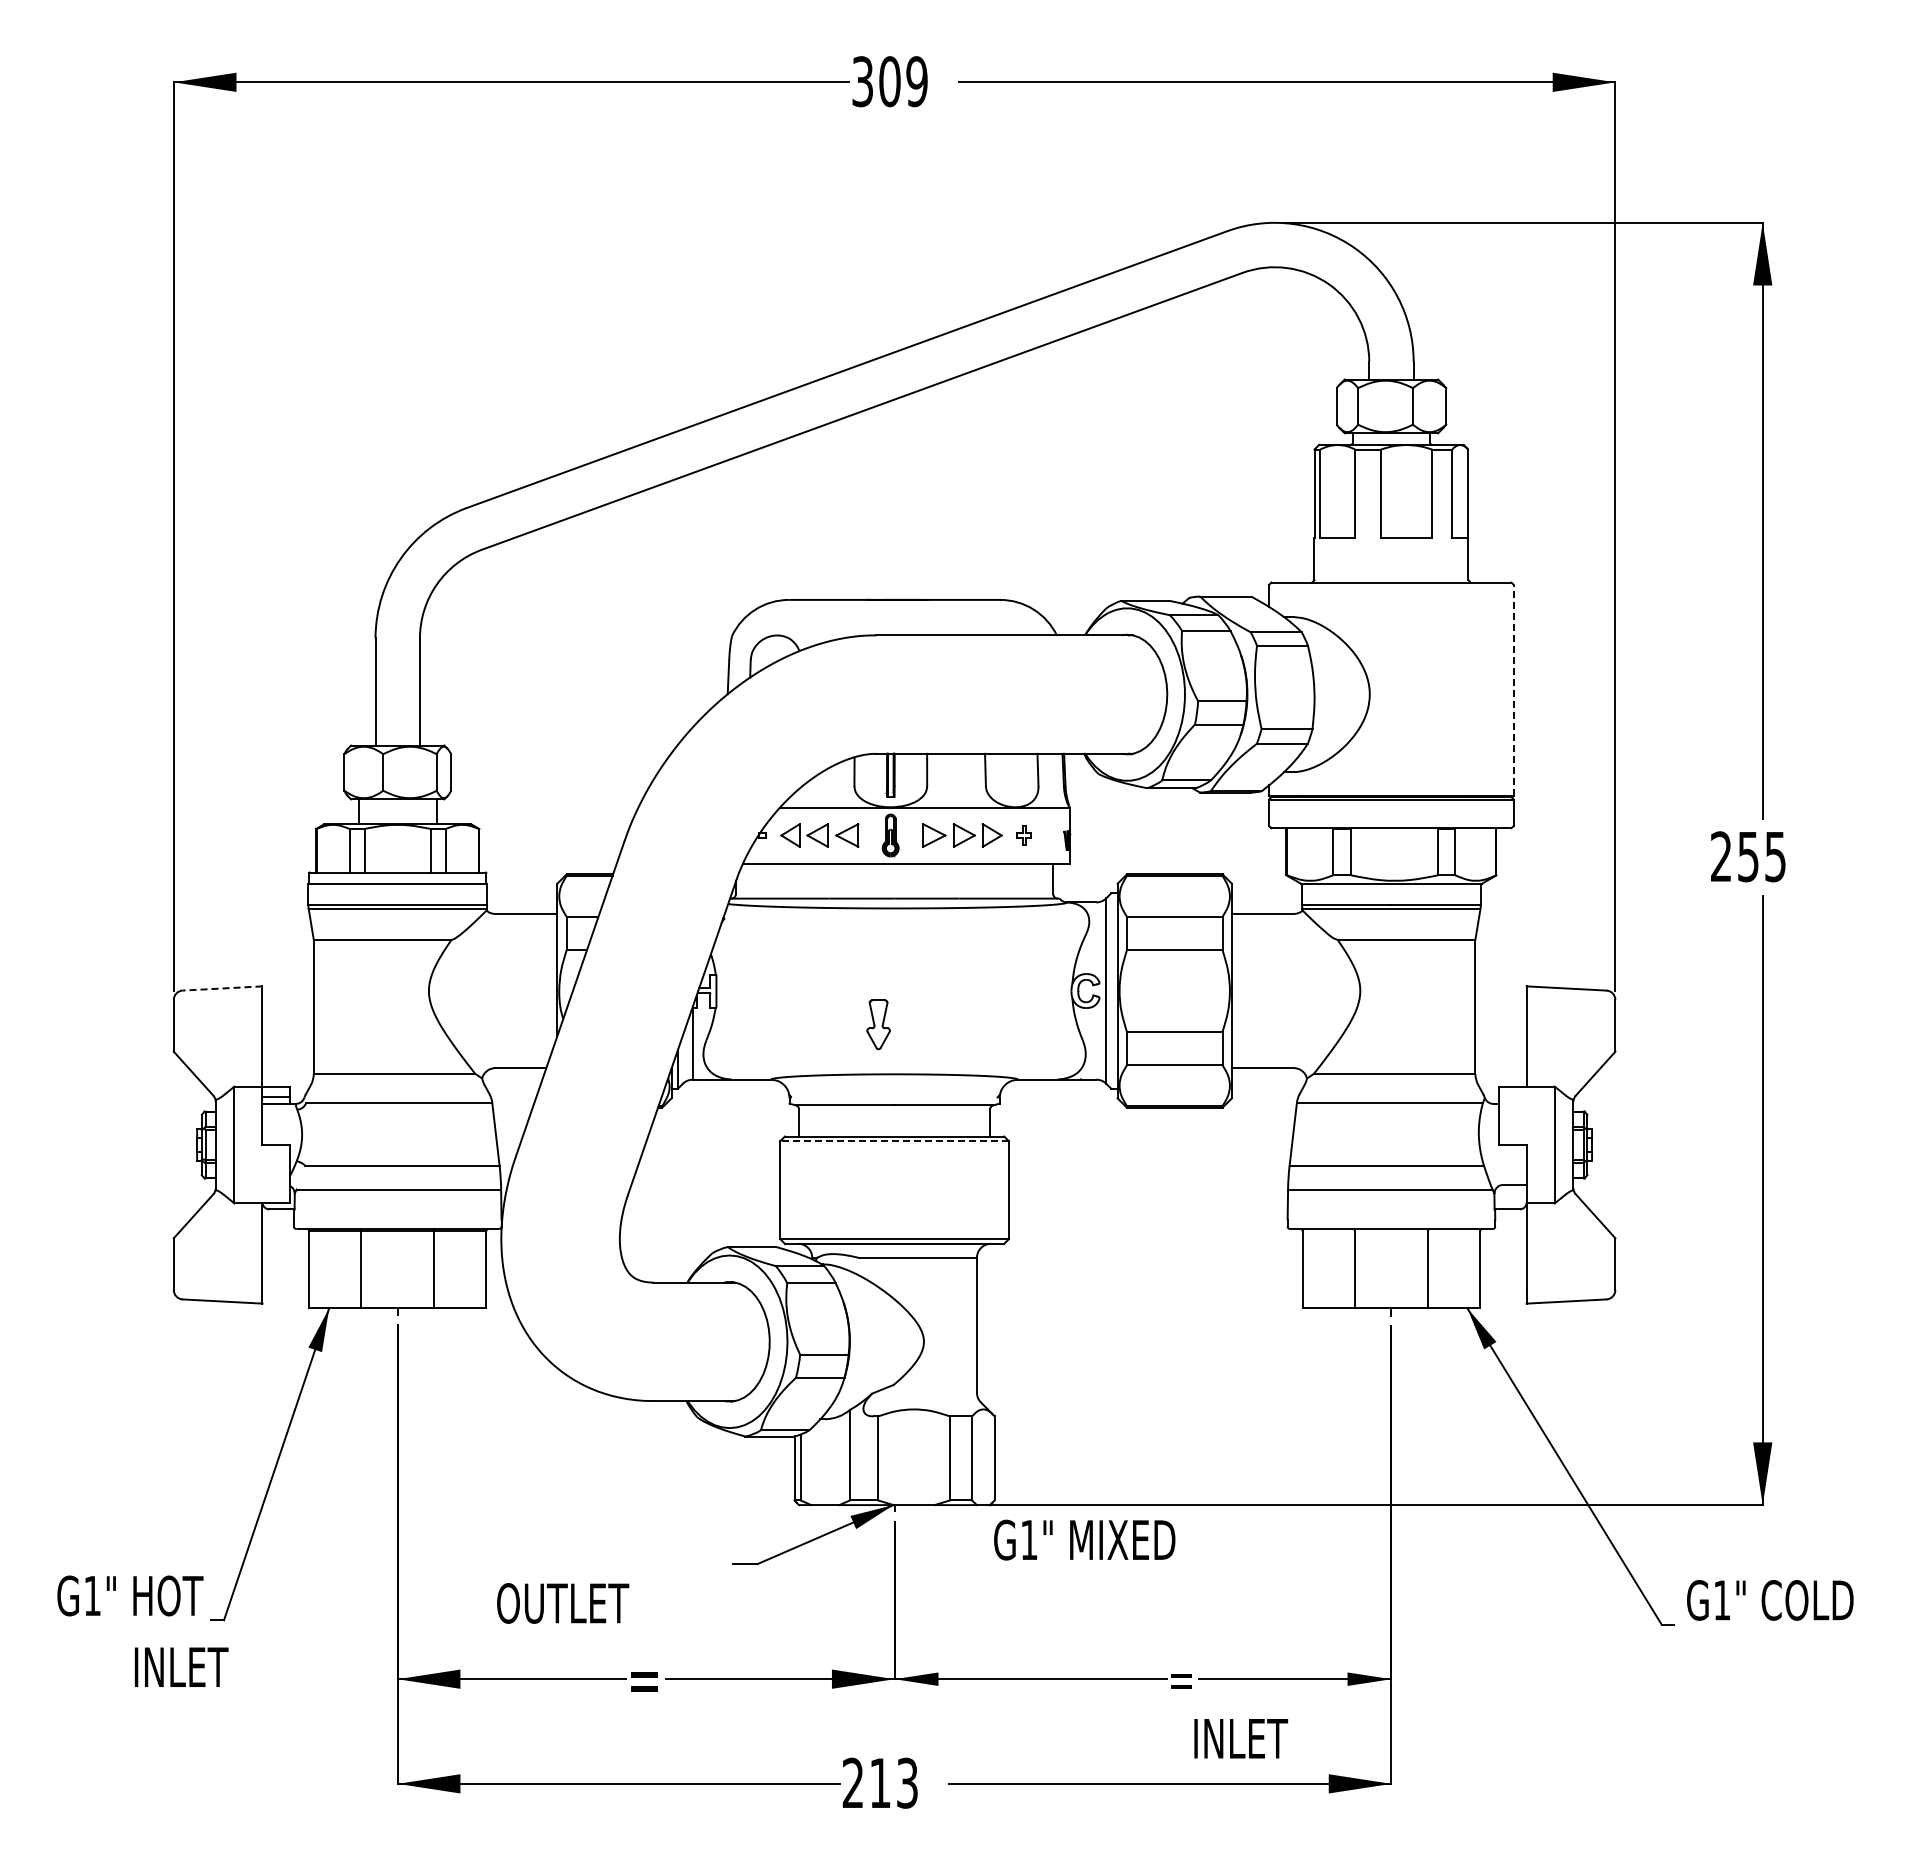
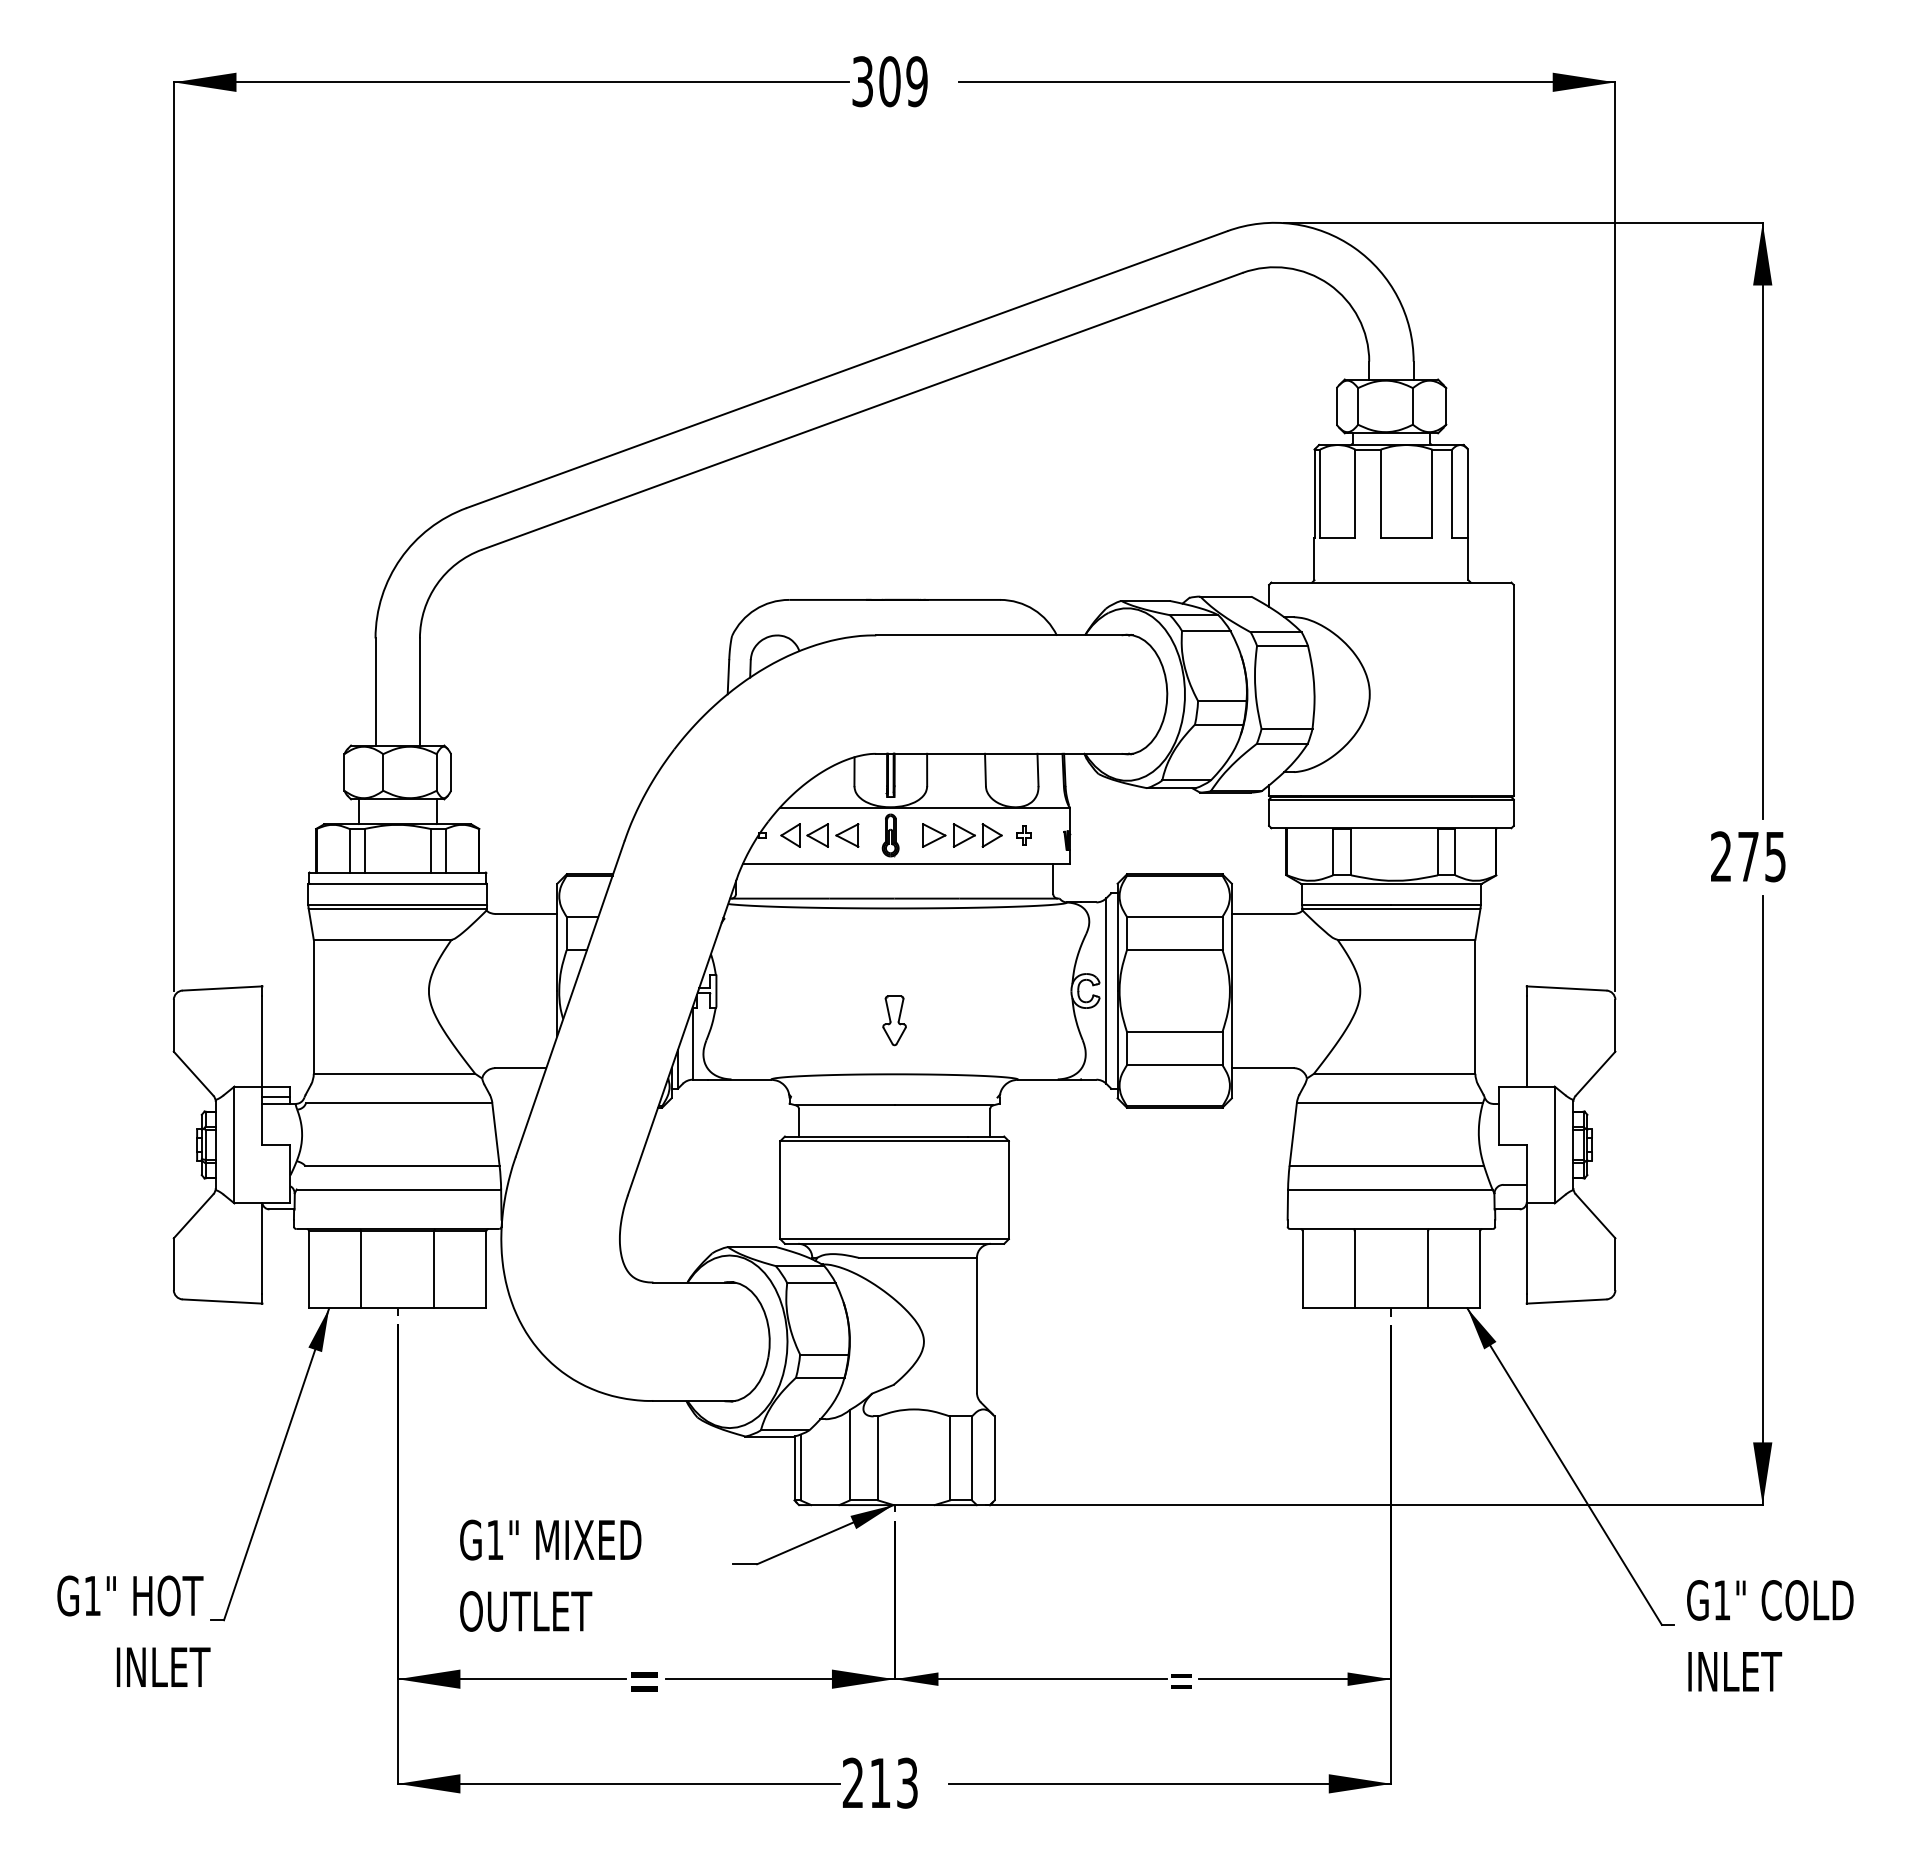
line at (1513, 689): dashed -> solid
text at (1748, 857): 255 -> 275
line at (222, 988): dashed -> solid
part at (878, 1024) position: (878, 1024) -> (894, 1020)
line at (894, 1141): dashed -> solid
text at (1084, 1539) position: (1084, 1539) -> (550, 1539)
text at (563, 1603) position: (563, 1603) -> (526, 1611)
text at (181, 1666) position: (181, 1666) -> (163, 1666)
text at (1241, 1738) position: (1241, 1738) -> (1735, 1671)
